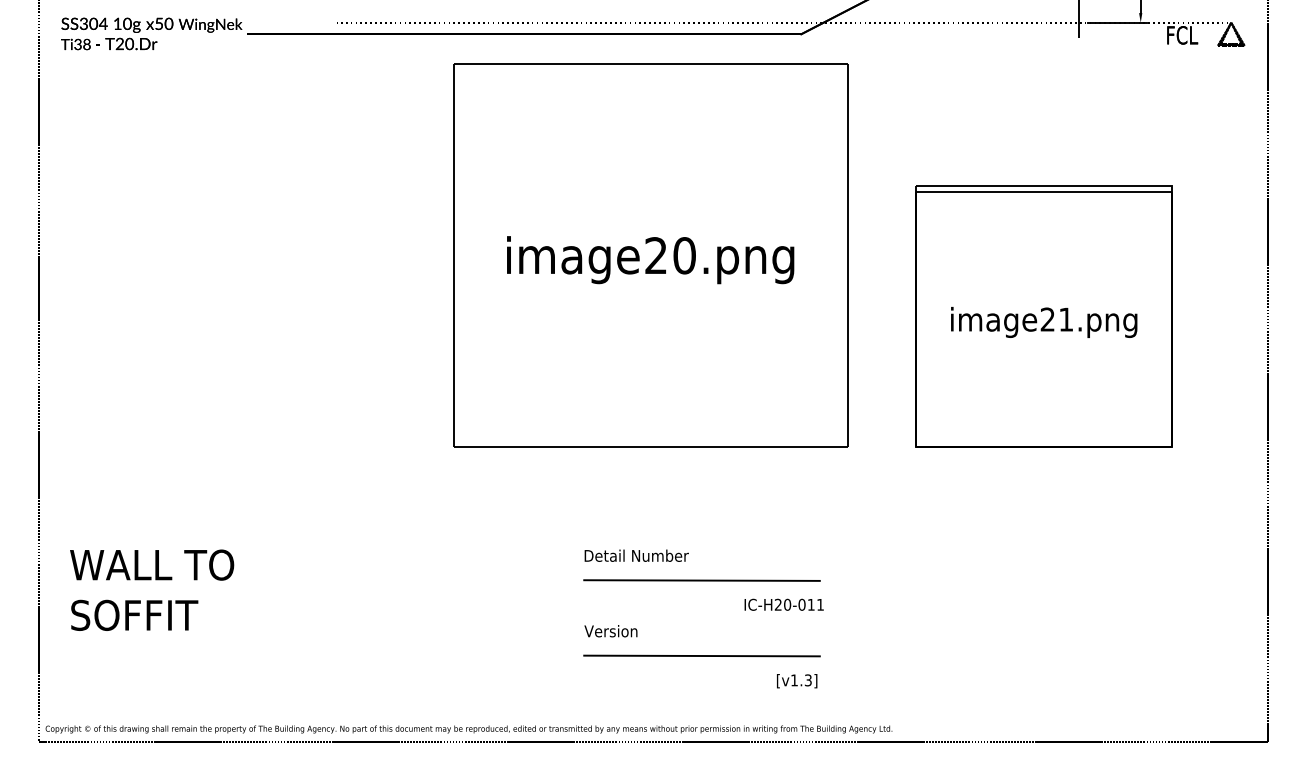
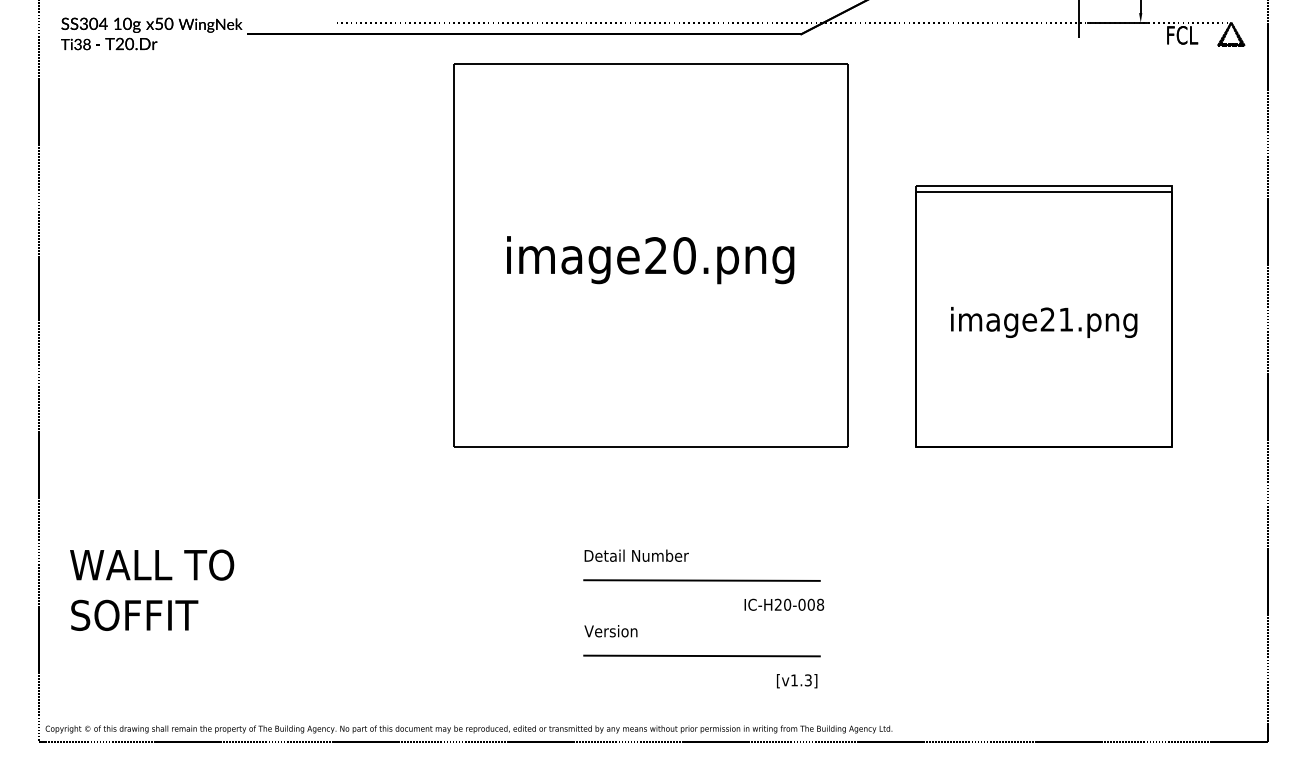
text at (815, 604): IC-H20-011 -> IC-H20-008
